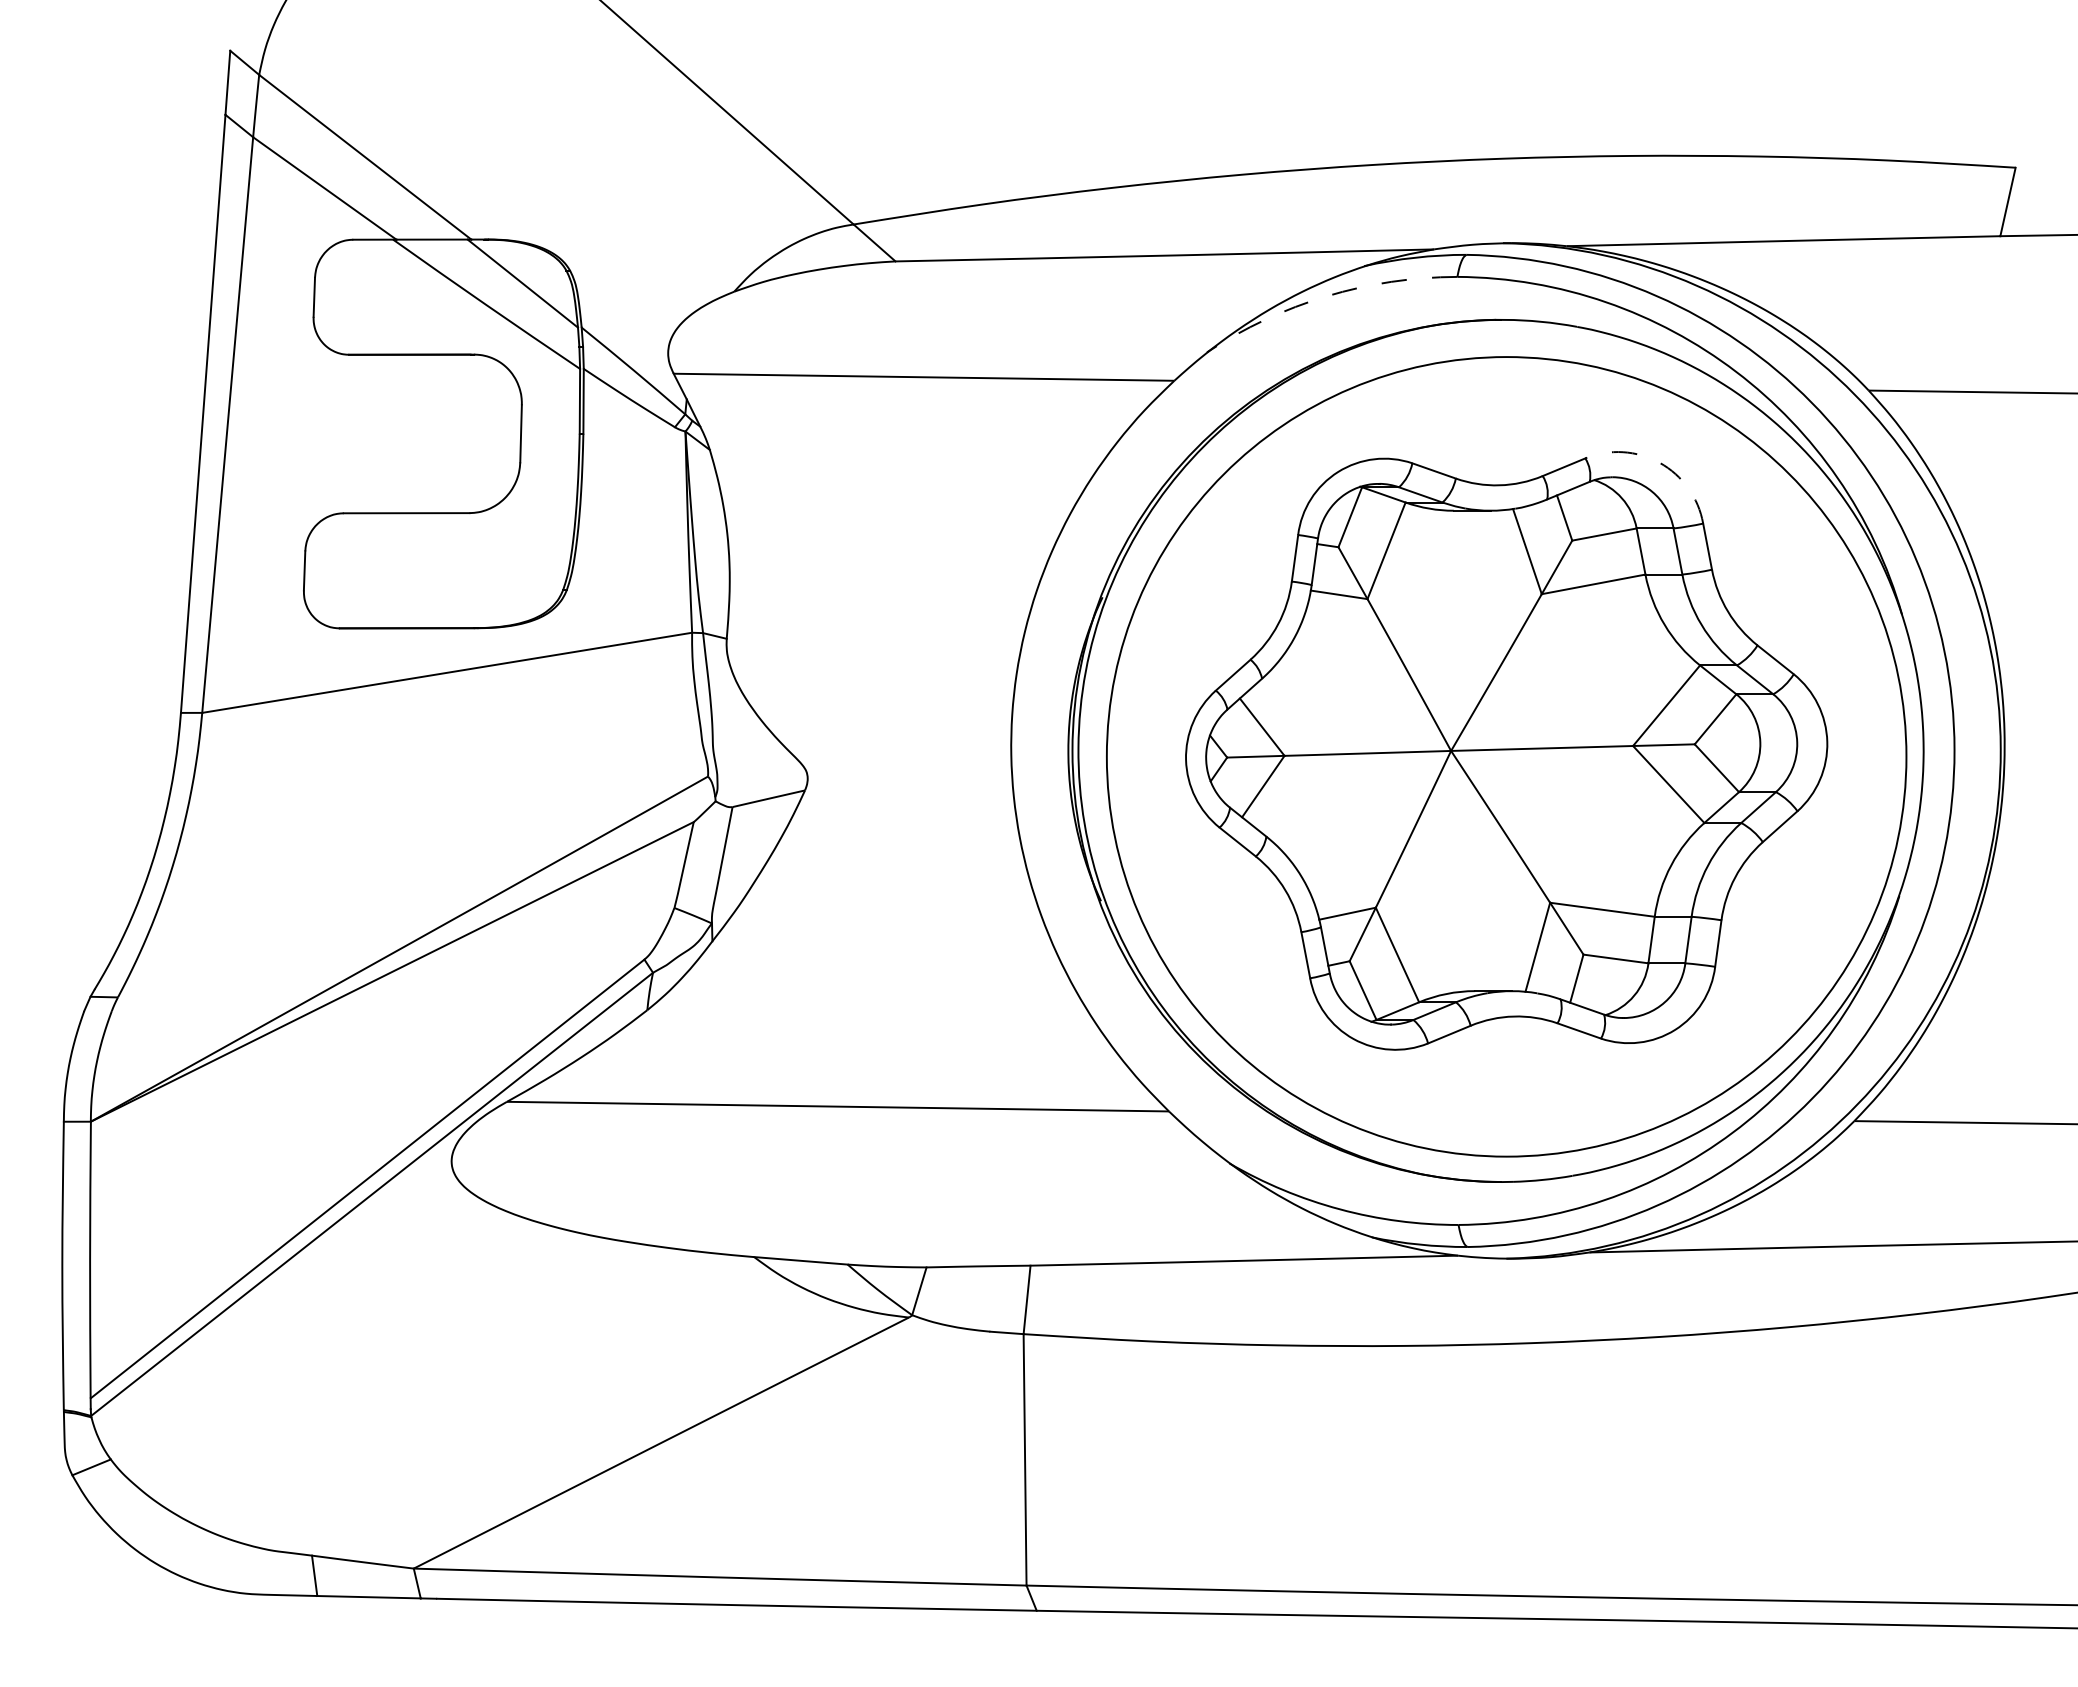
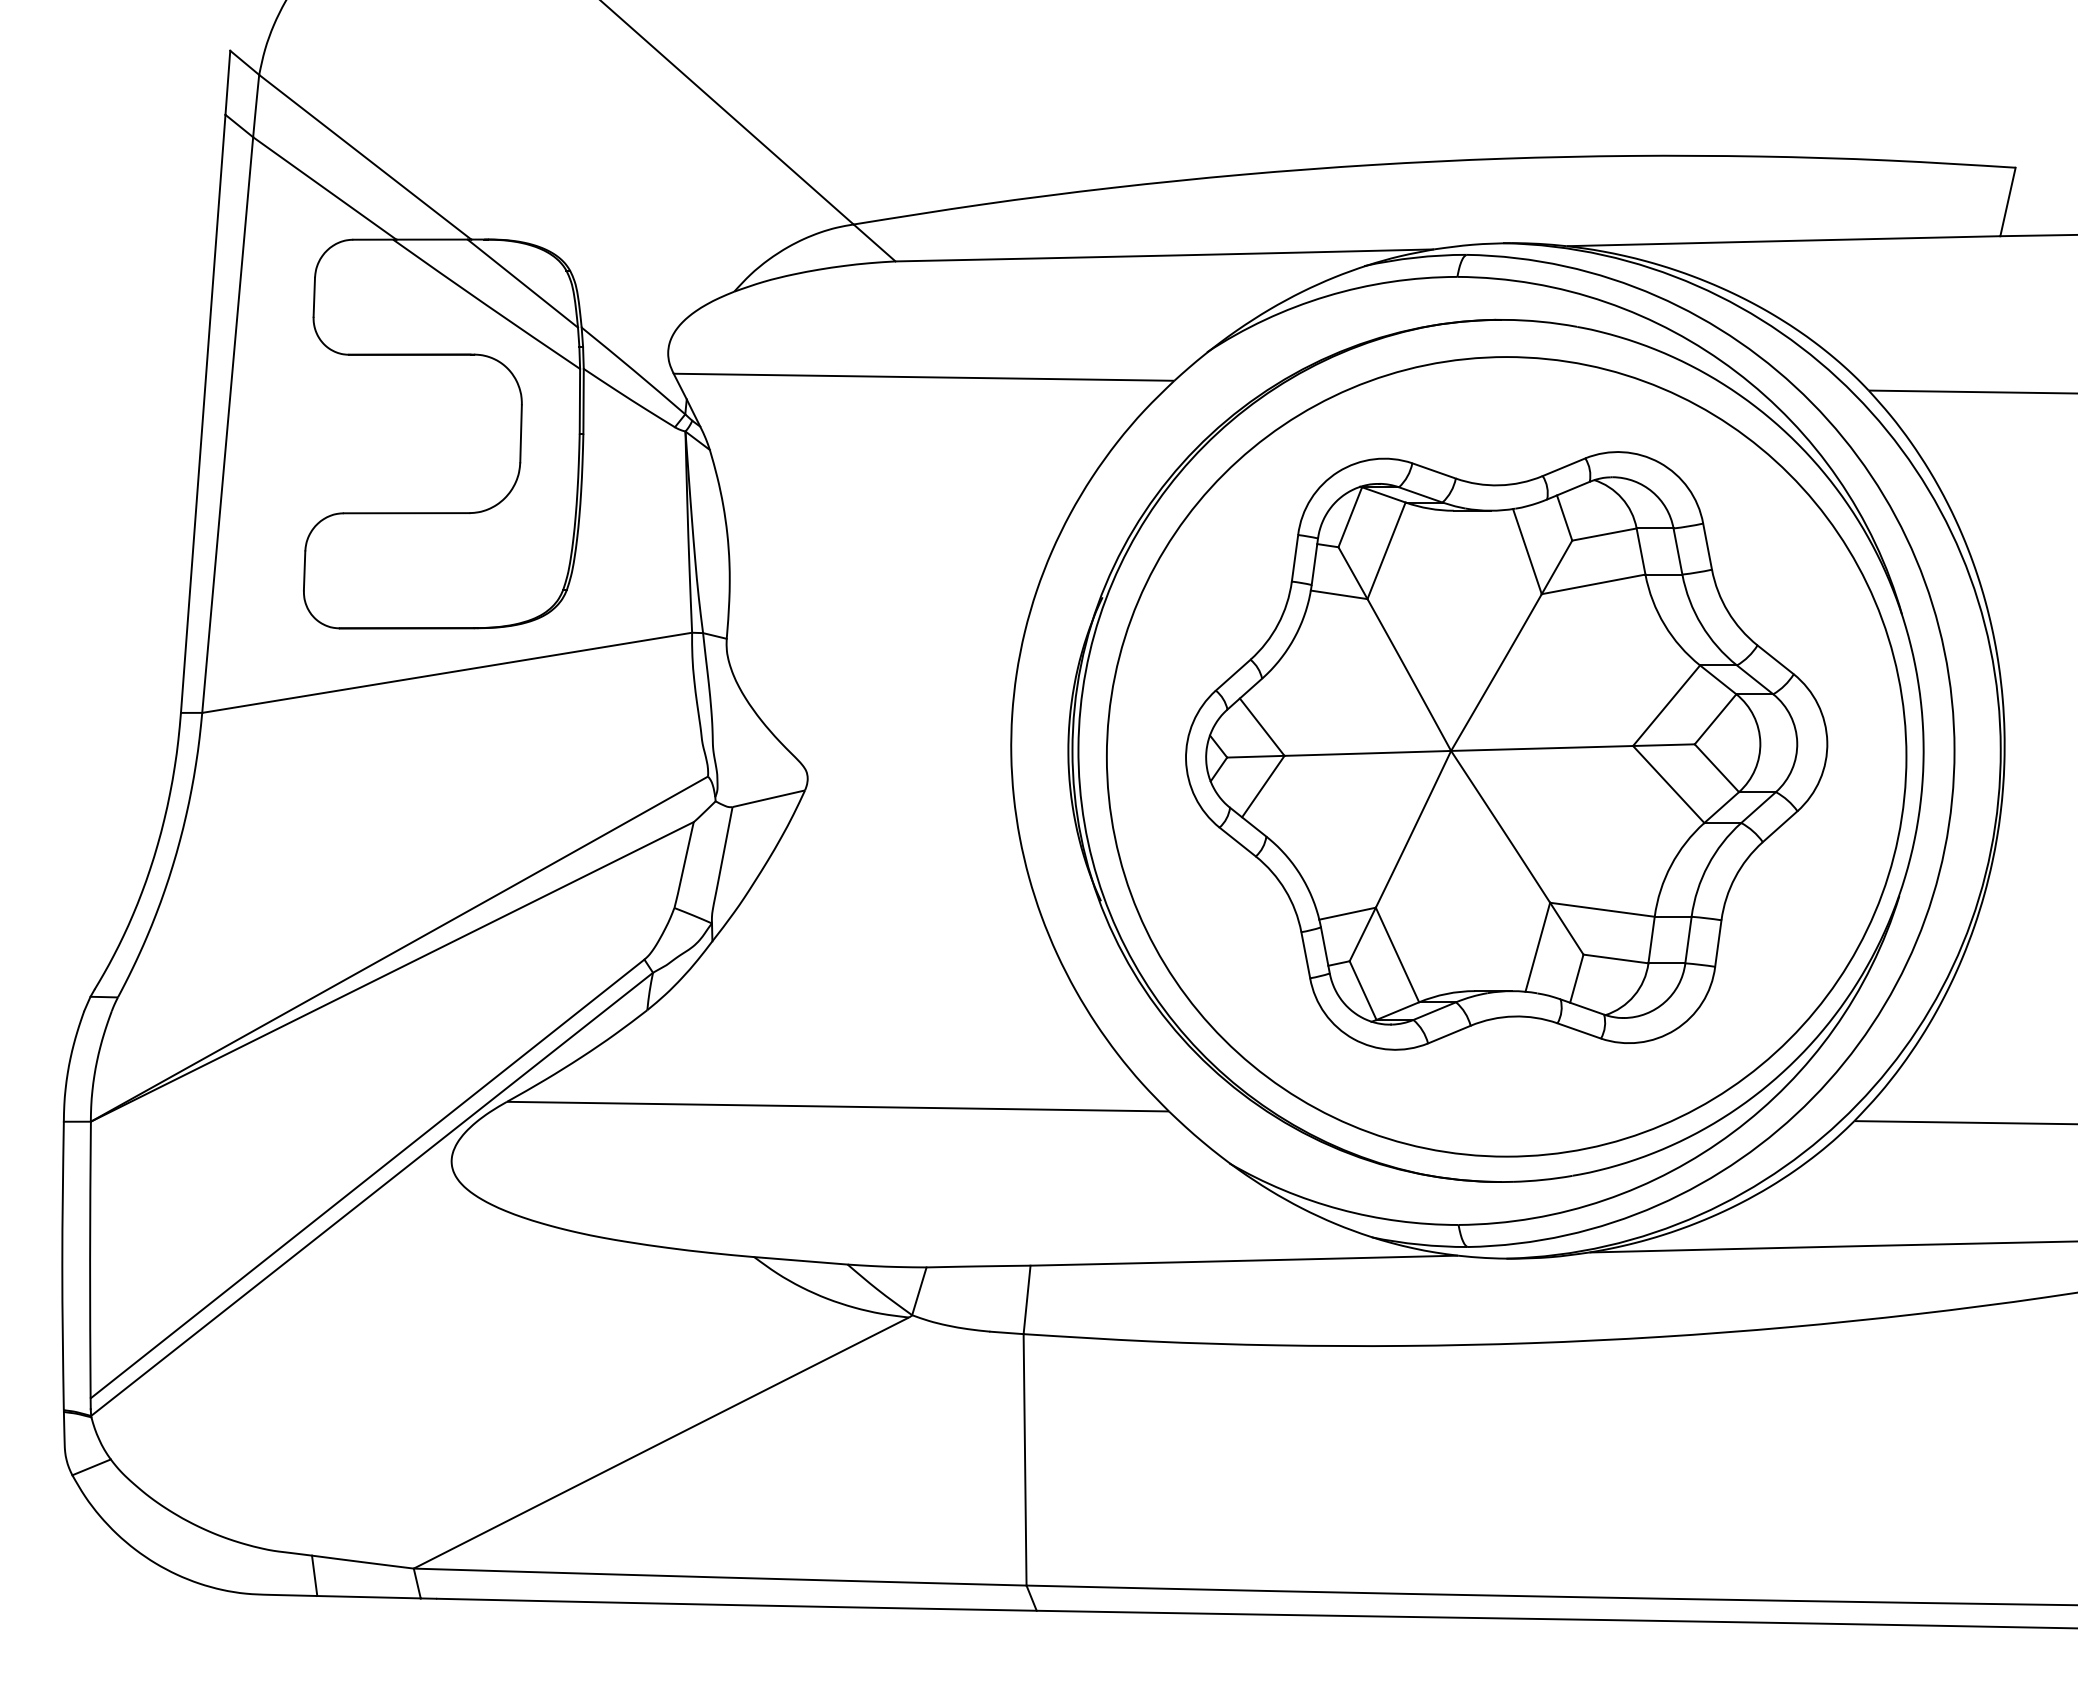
arc at (1326, 296): dashed -> solid
arc at (1659, 462): dashed -> solid
